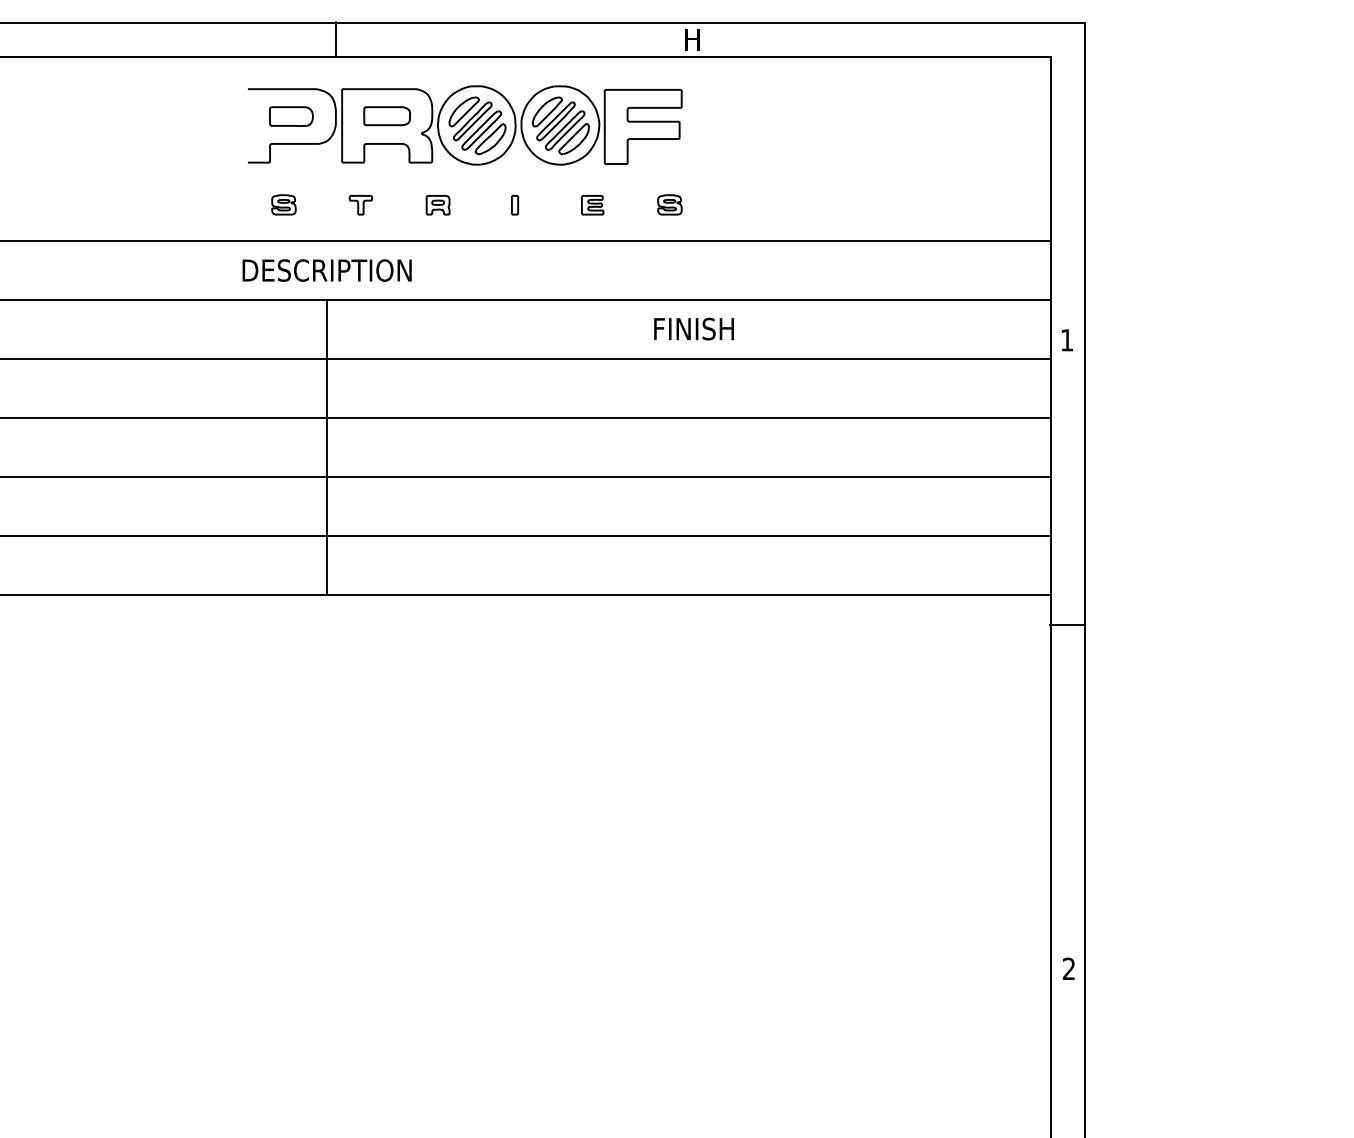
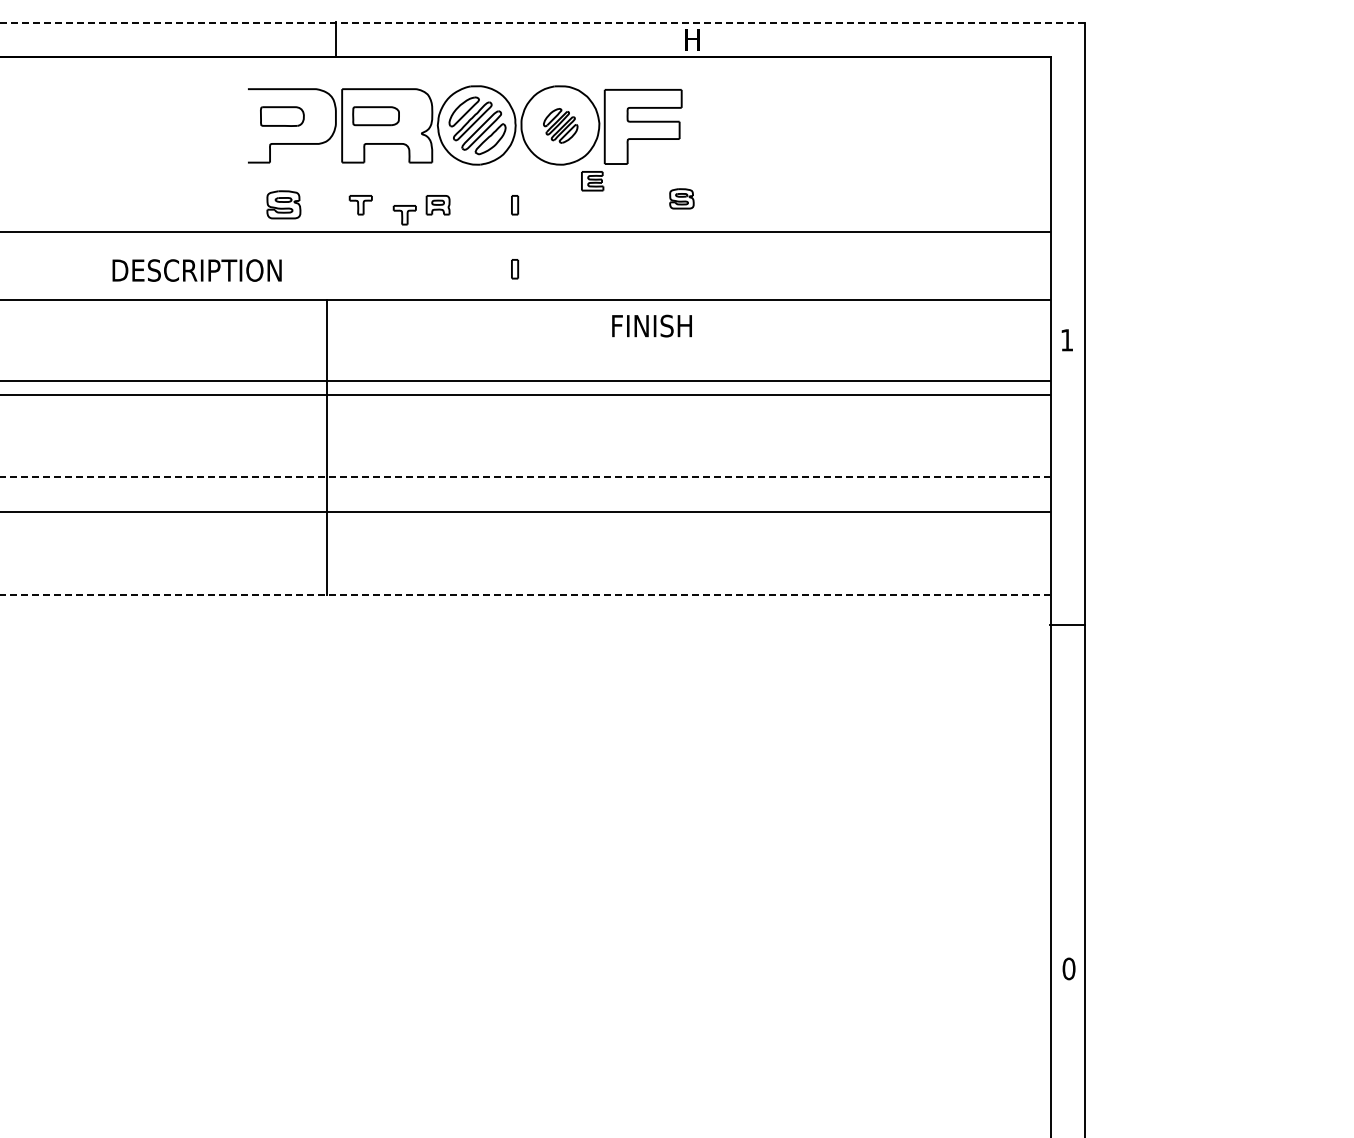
line at (542, 22): solid -> dashed
part at (291, 116) position: (291, 116) -> (282, 116)
part at (386, 116) position: (386, 116) -> (375, 116)
part at (560, 125) size: 59x60 px -> 36x36 px
part at (283, 204) size: 26x22 px -> 36x30 px
part at (669, 204) position: (669, 204) -> (681, 198)
part at (592, 205) position: (592, 205) -> (592, 181)
part at (404, 215): none -> present
line at (526, 241) position: (526, 241) -> (526, 232)
part at (515, 269): none -> present
text at (326, 270) position: (326, 270) -> (196, 270)
text at (693, 328) position: (693, 328) -> (651, 325)
line at (526, 359) position: (526, 359) -> (526, 381)
line at (526, 418) position: (526, 418) -> (526, 395)
line at (525, 476): solid -> dashed
line at (526, 535) position: (526, 535) -> (526, 511)
line at (525, 594): solid -> dashed
text at (1068, 968): 2 -> 0
